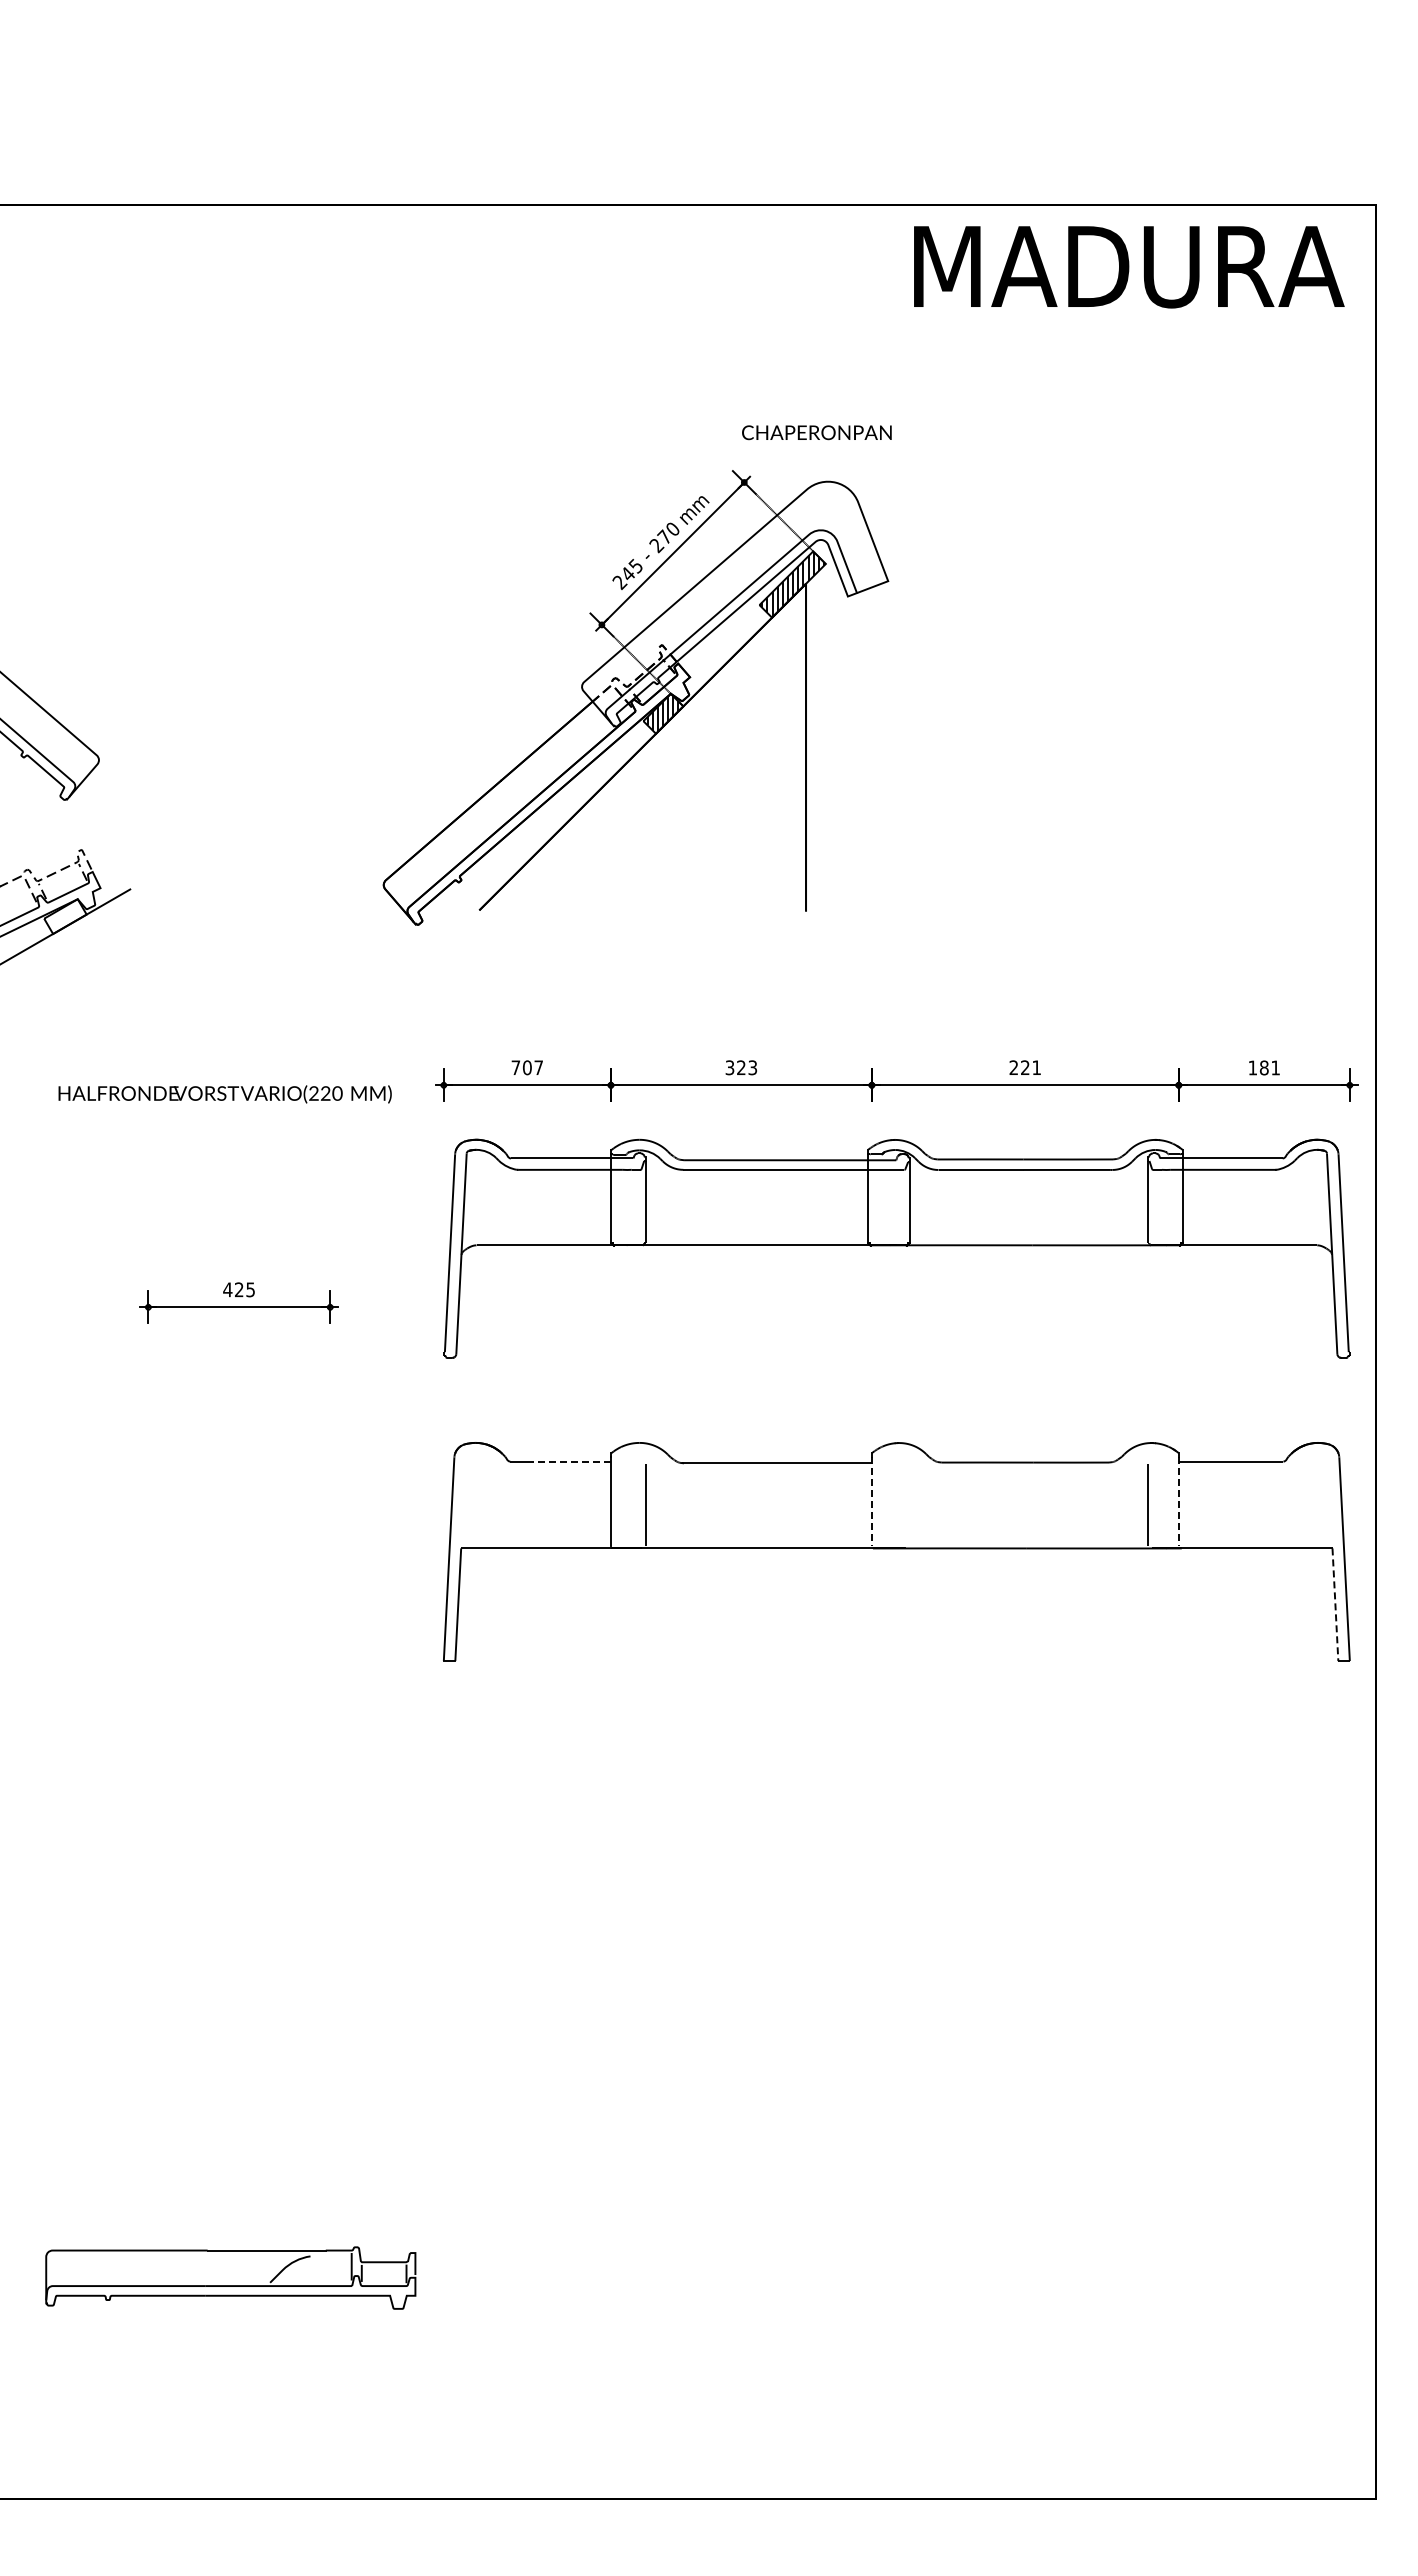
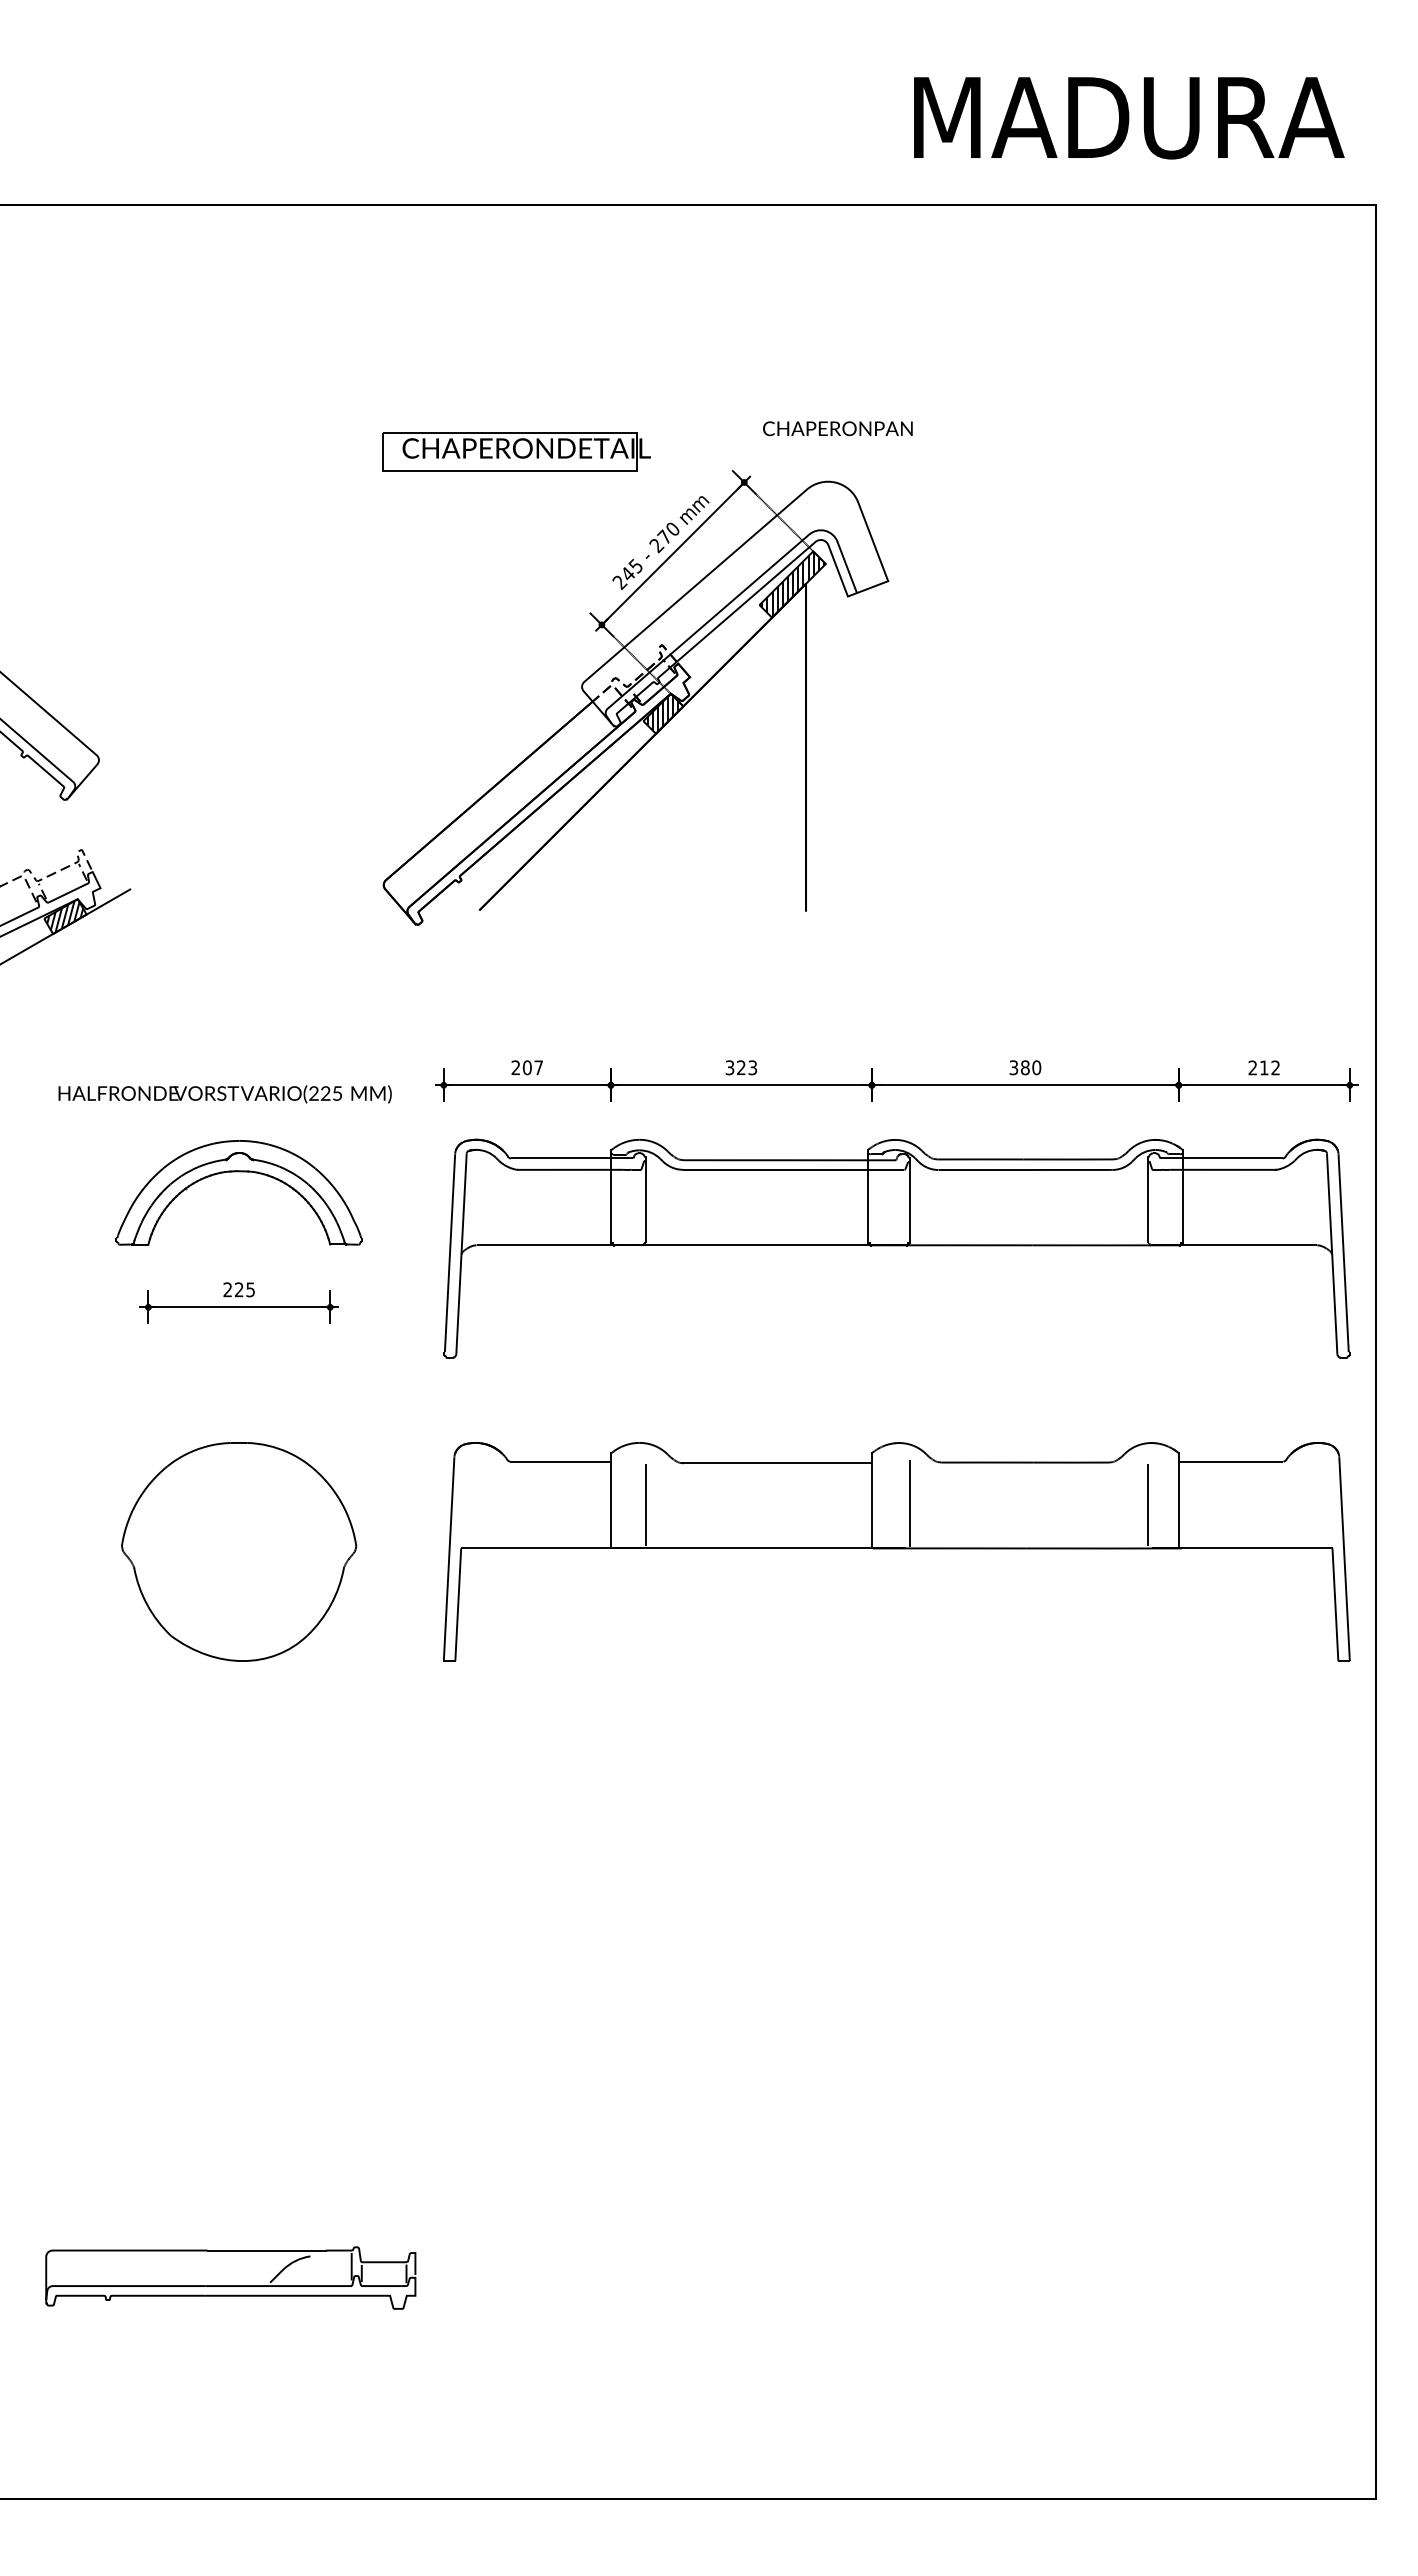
text at (1129, 267) position: (1129, 267) -> (1129, 118)
text at (816, 432) position: (816, 432) -> (837, 428)
part at (516, 451): none -> present
hatch at (65, 916): none -> present
text at (515, 1067): 707 -> 207
text at (1025, 1067): 221 -> 380
text at (1263, 1067): 181 -> 212
text at (337, 1093): (220 -> (225
part at (238, 1172): none -> present
text at (227, 1289): 425 -> 225
line at (571, 1461): dashed -> solid
line at (871, 1501): dashed -> solid
line at (1178, 1501): dashed -> solid
line at (910, 1503): none -> present
part at (239, 1551): none -> present
line at (1335, 1605): dashed -> solid
